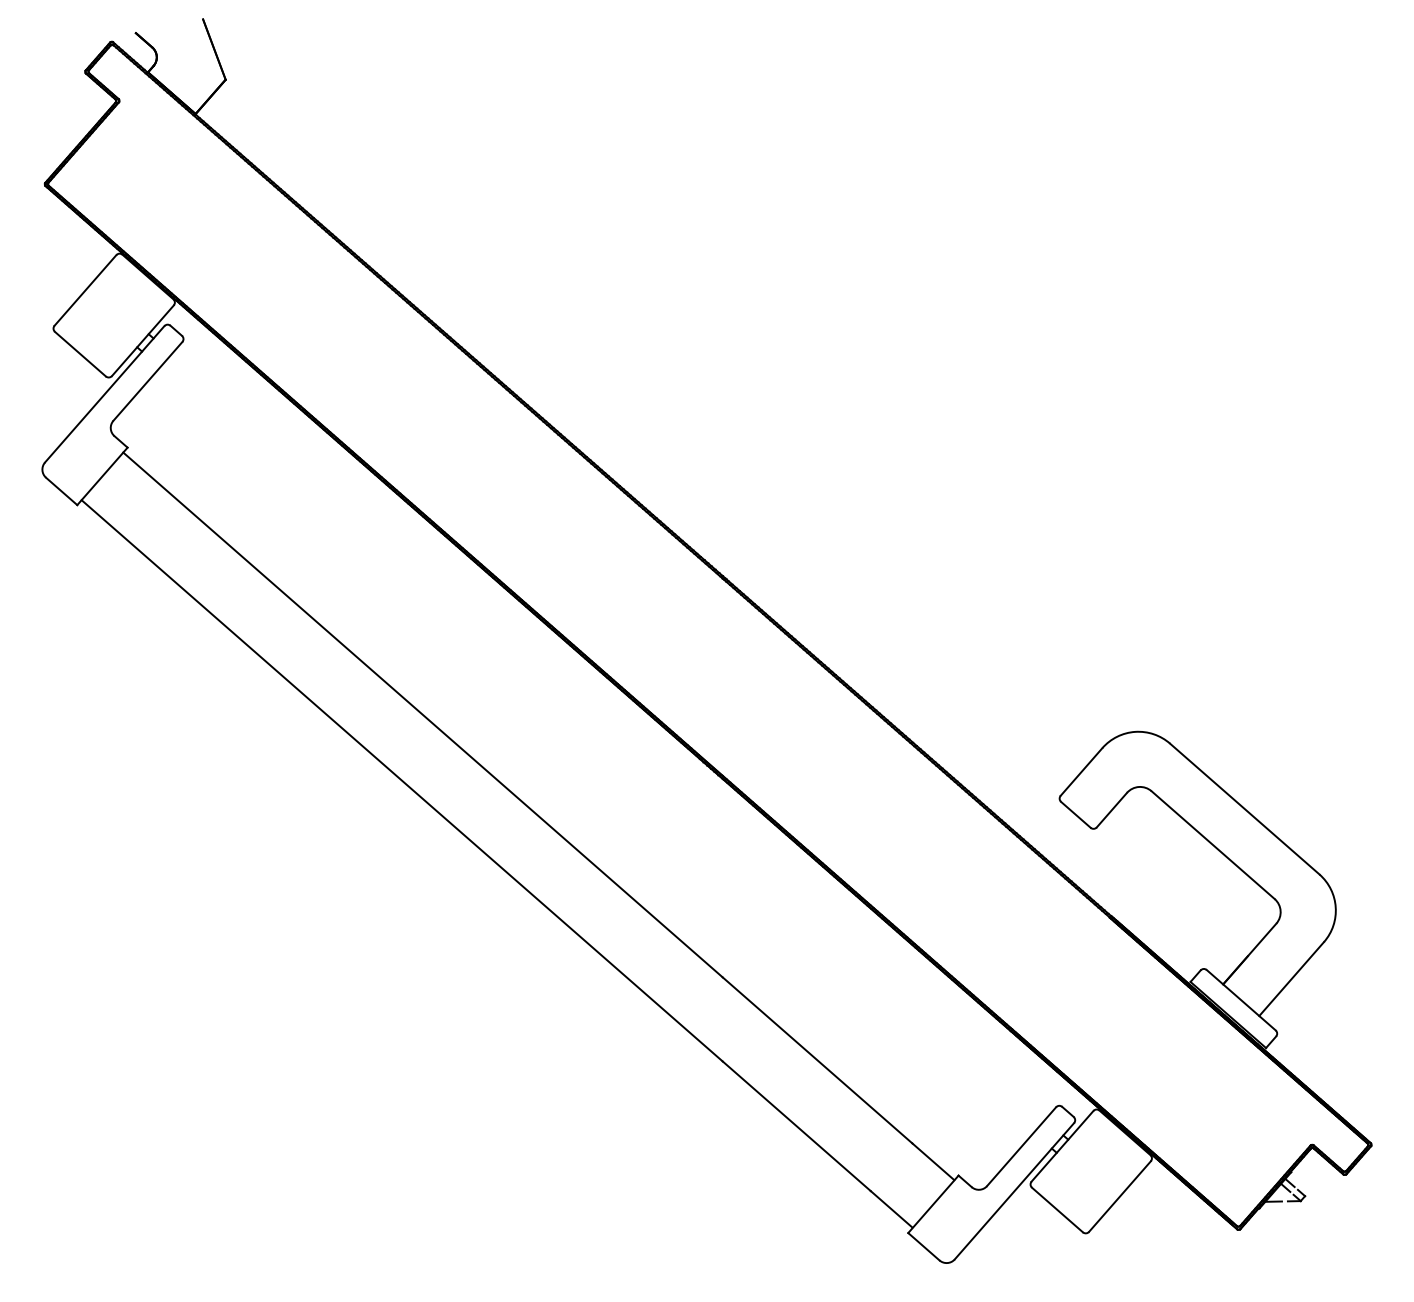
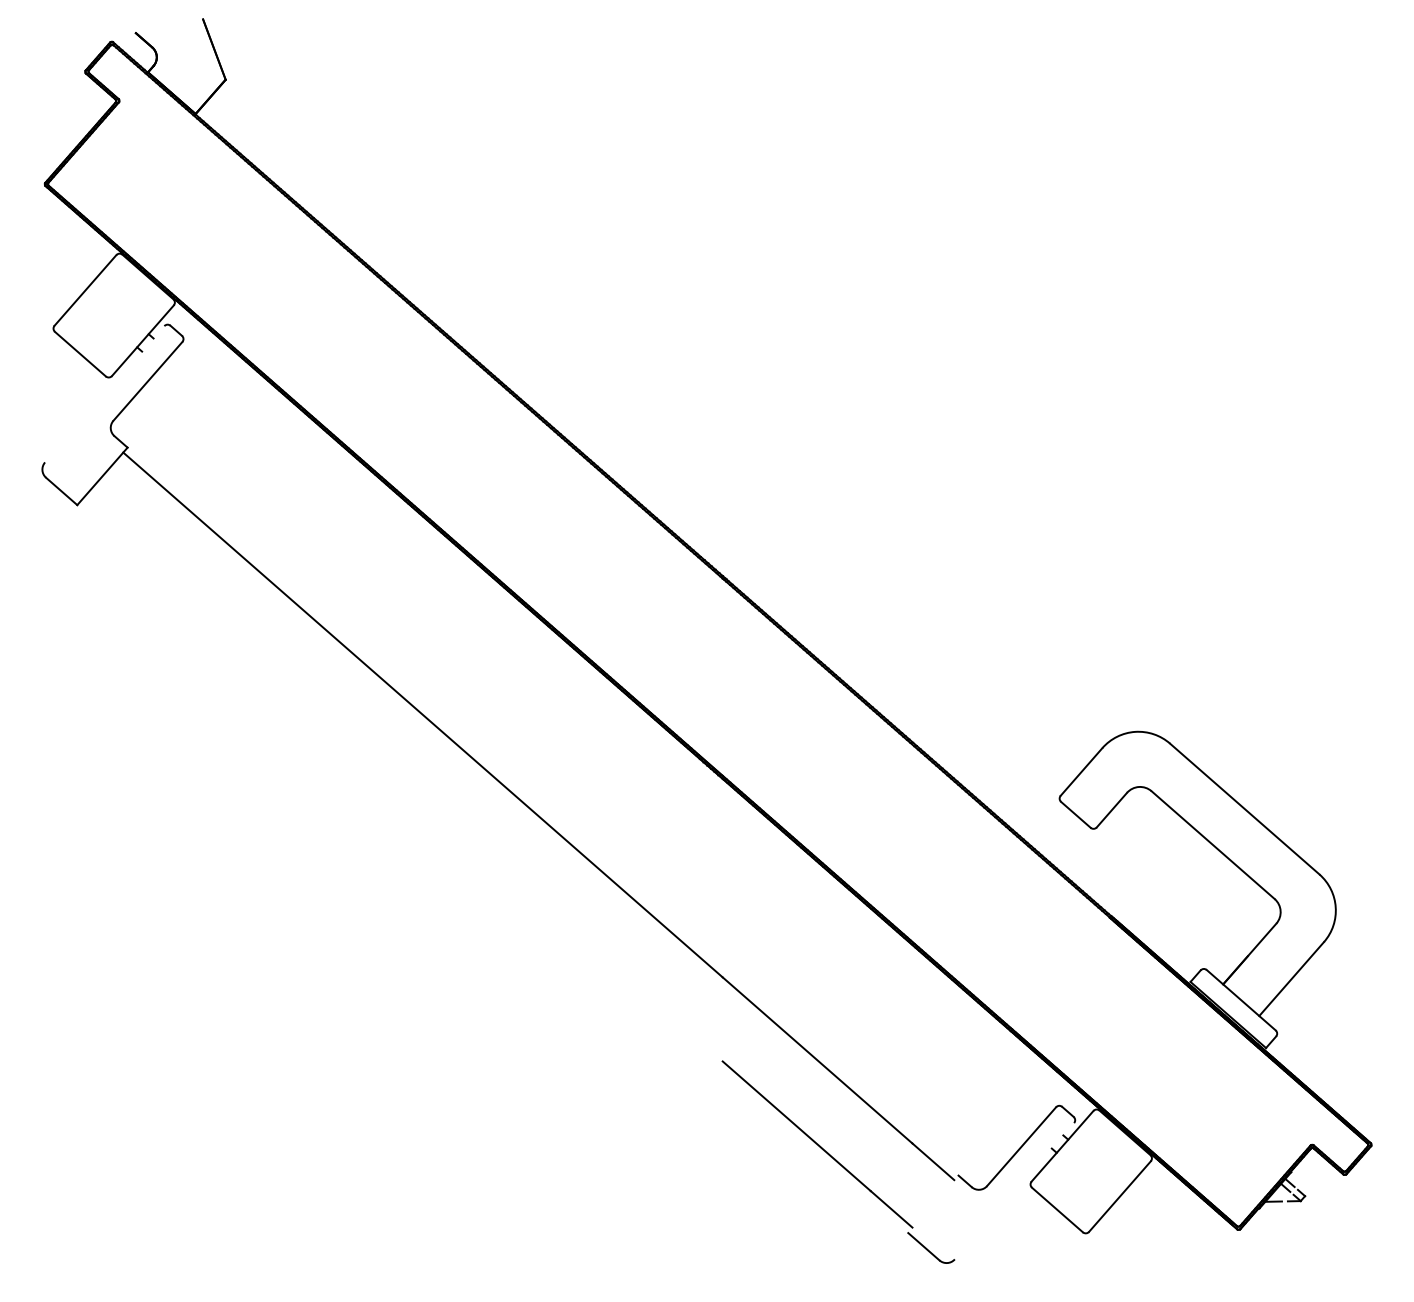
line at (104, 394): present -> none
line at (401, 780): present -> none
line at (1014, 1191): present -> none
line at (933, 1204): present -> none
